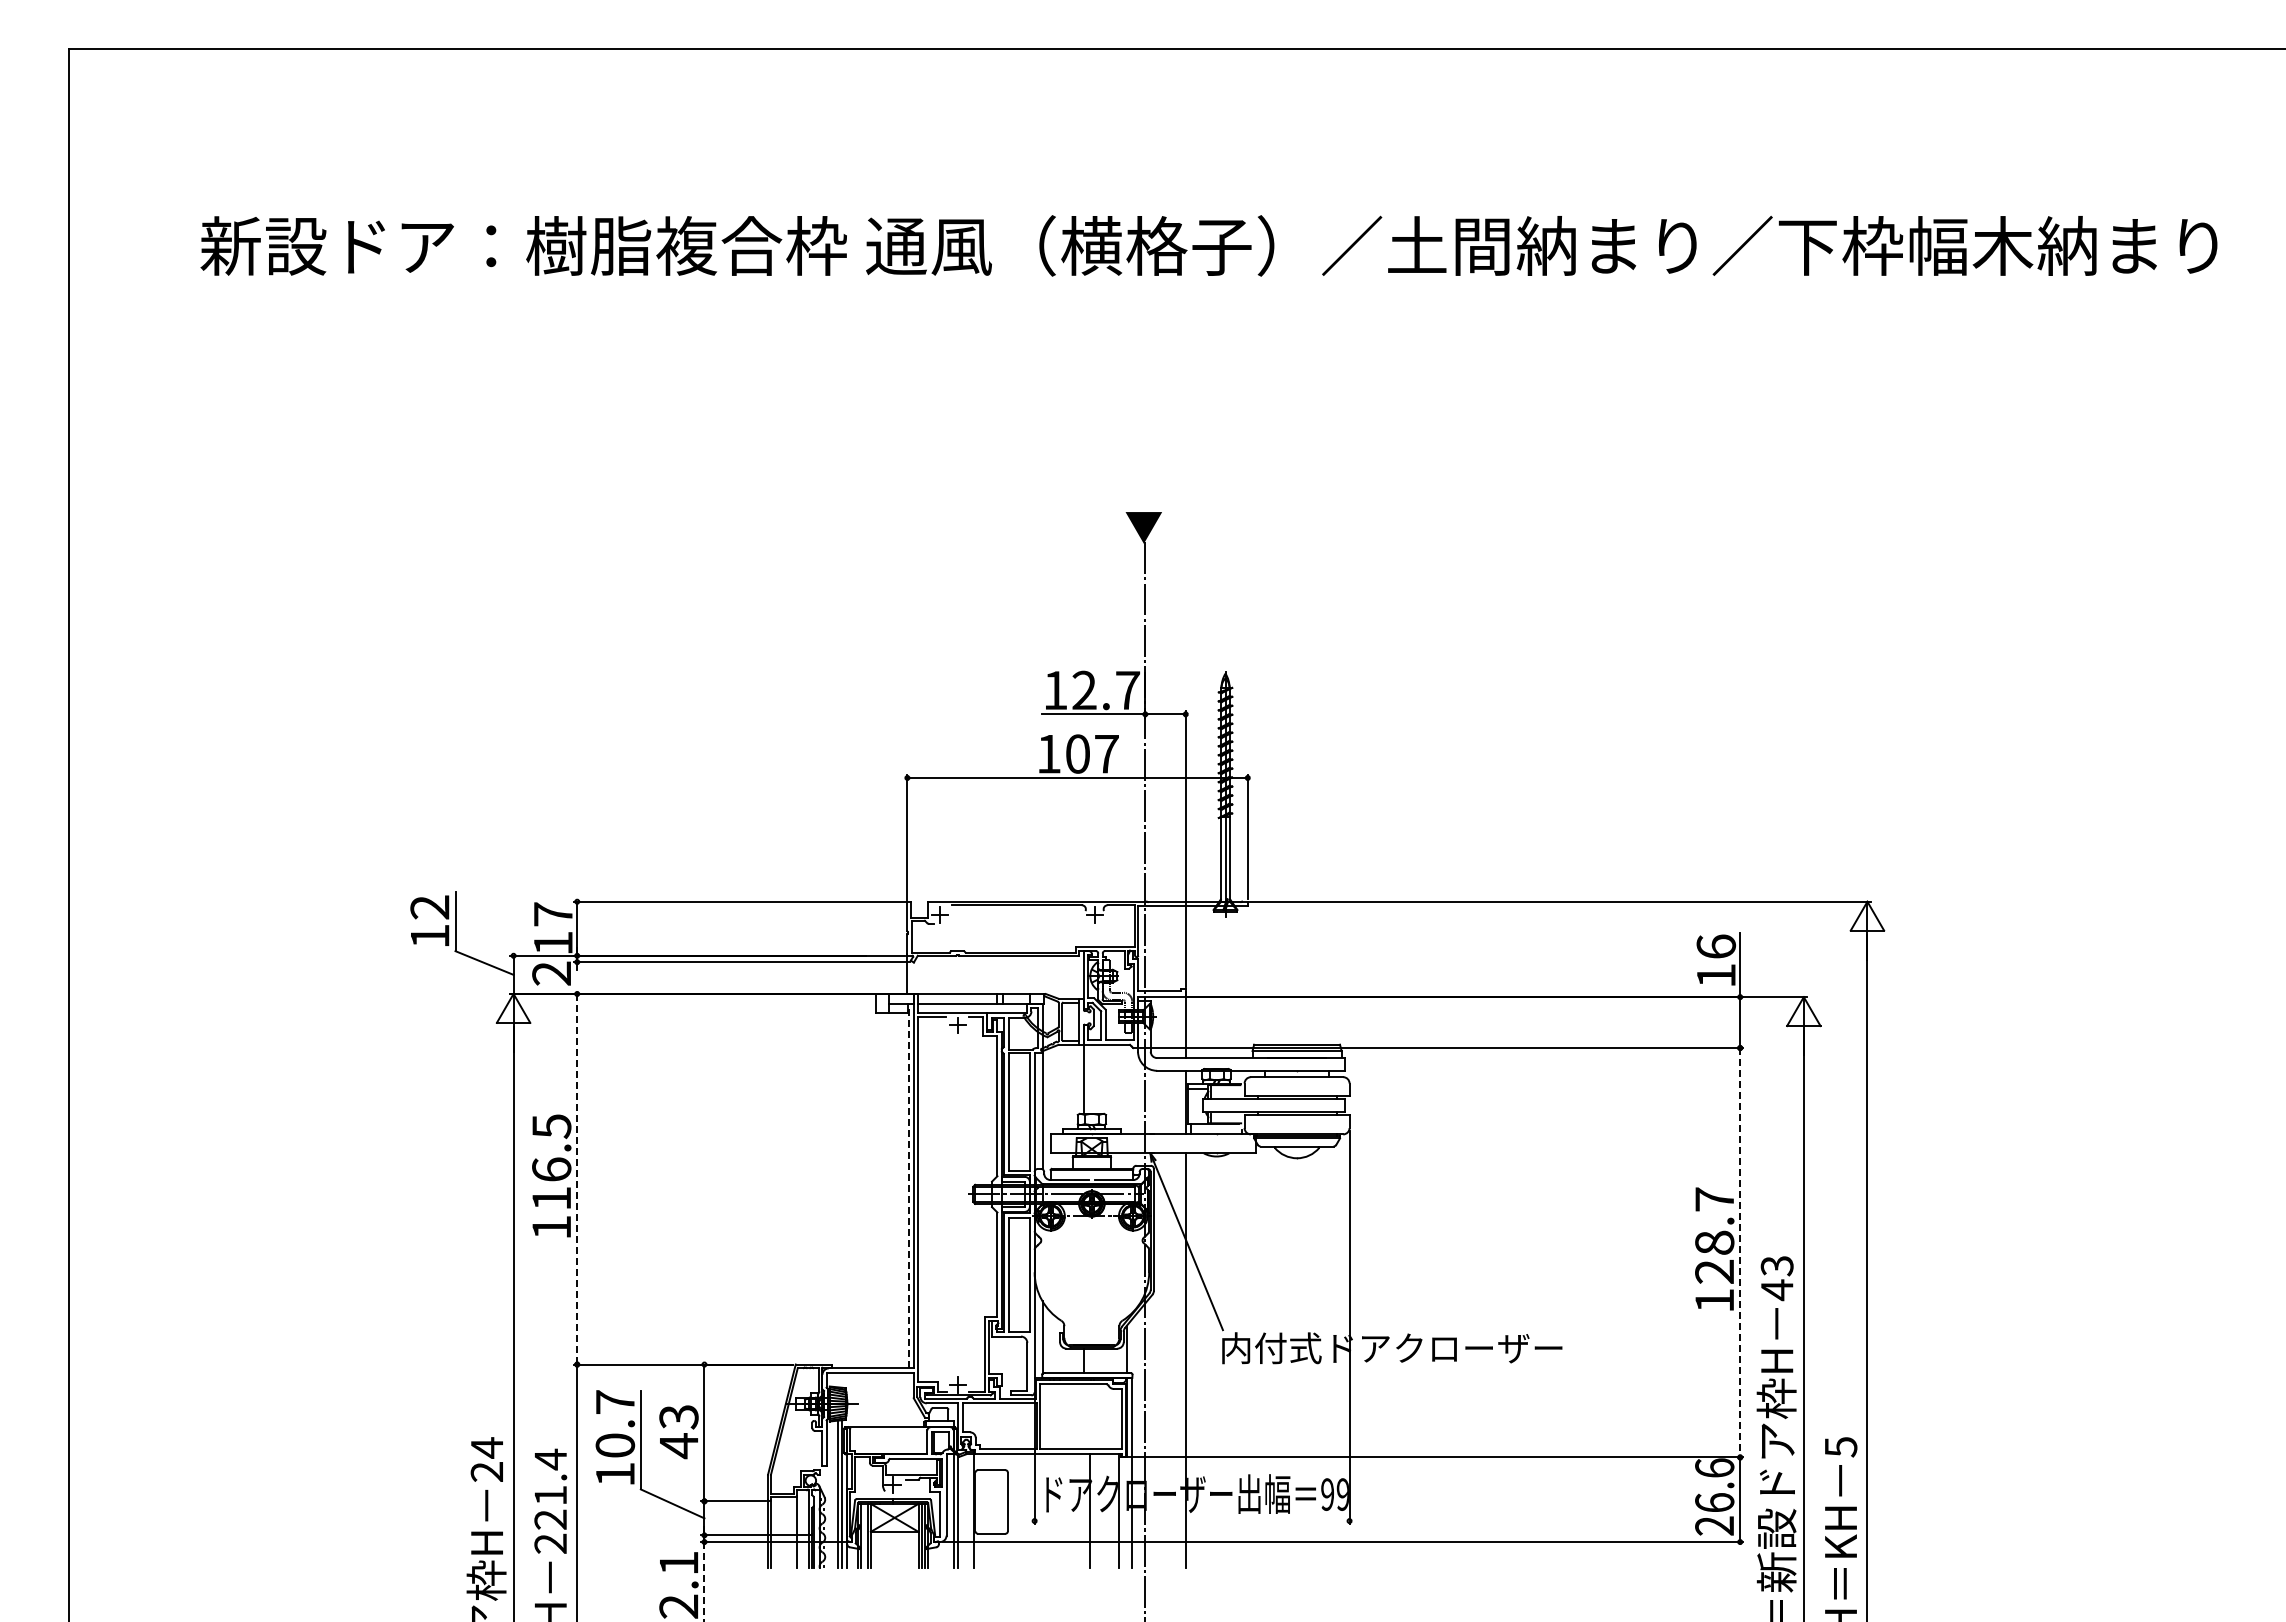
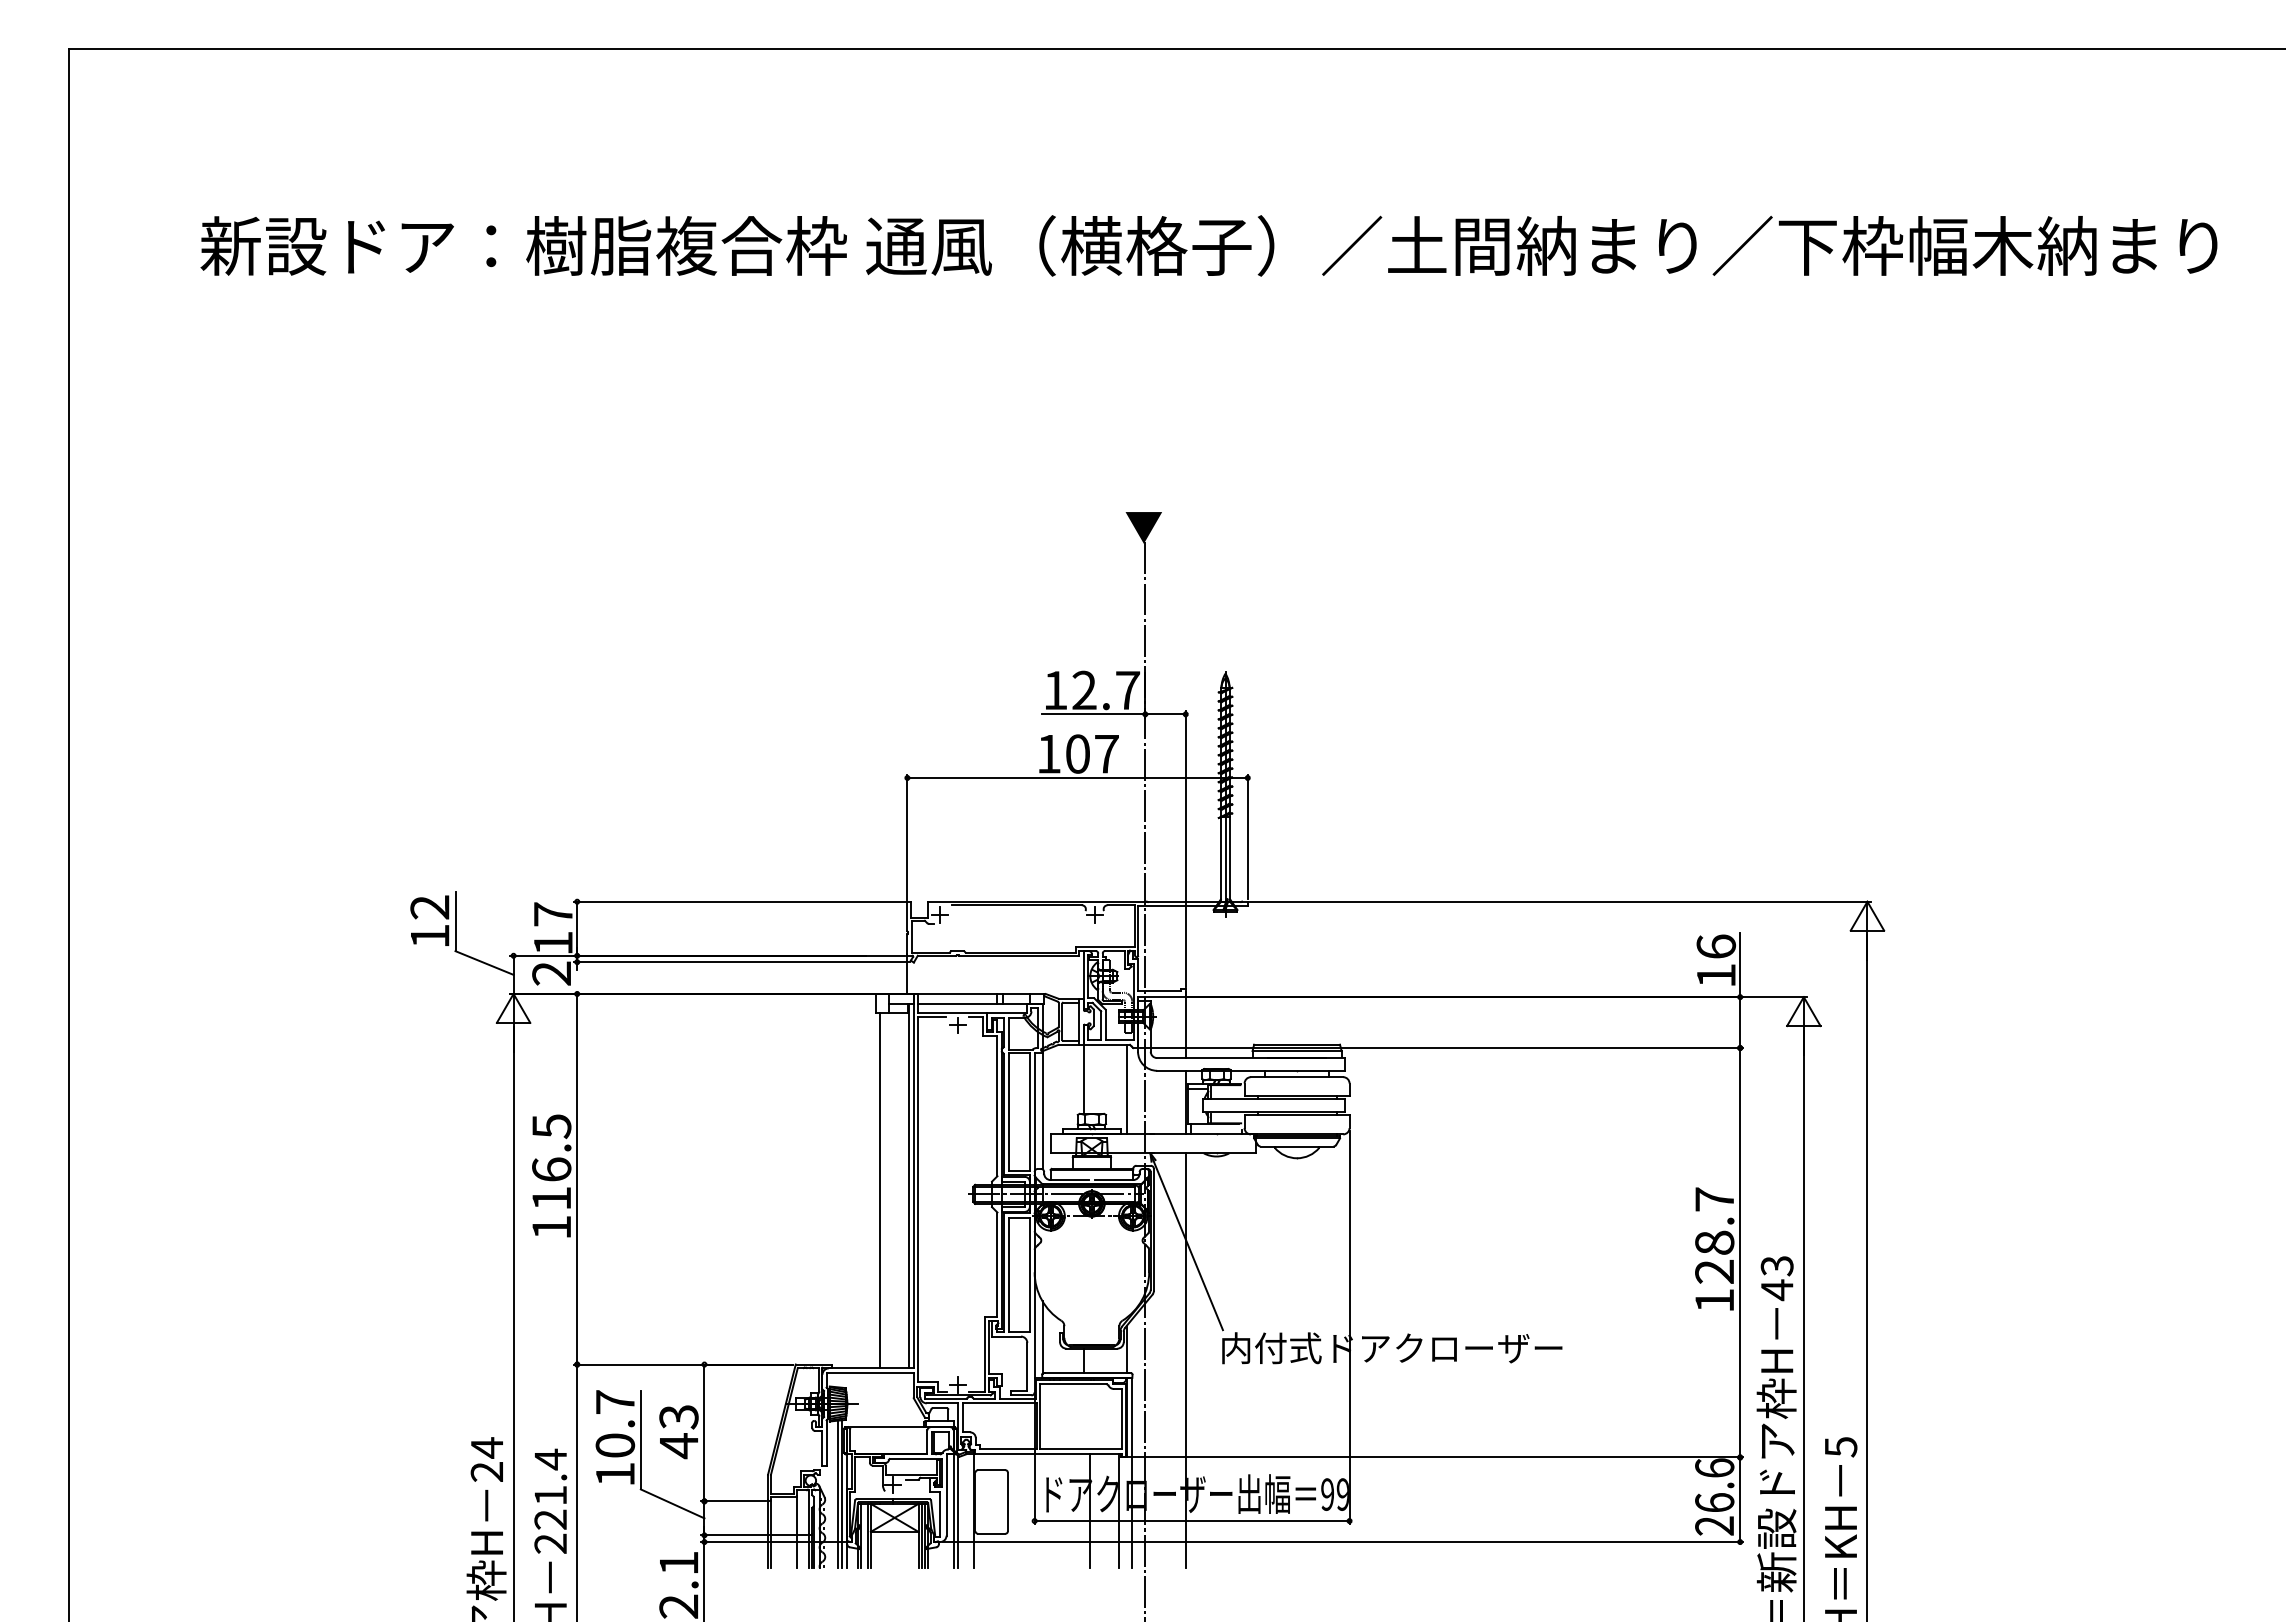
line at (1126, 1089): none -> present
line at (577, 1179): dashed -> solid
line at (909, 1185): dashed -> solid
line at (880, 1190): none -> present
line at (1740, 1252): dashed -> solid
line at (1191, 1521): none -> present
line at (704, 1581): dashed -> solid
